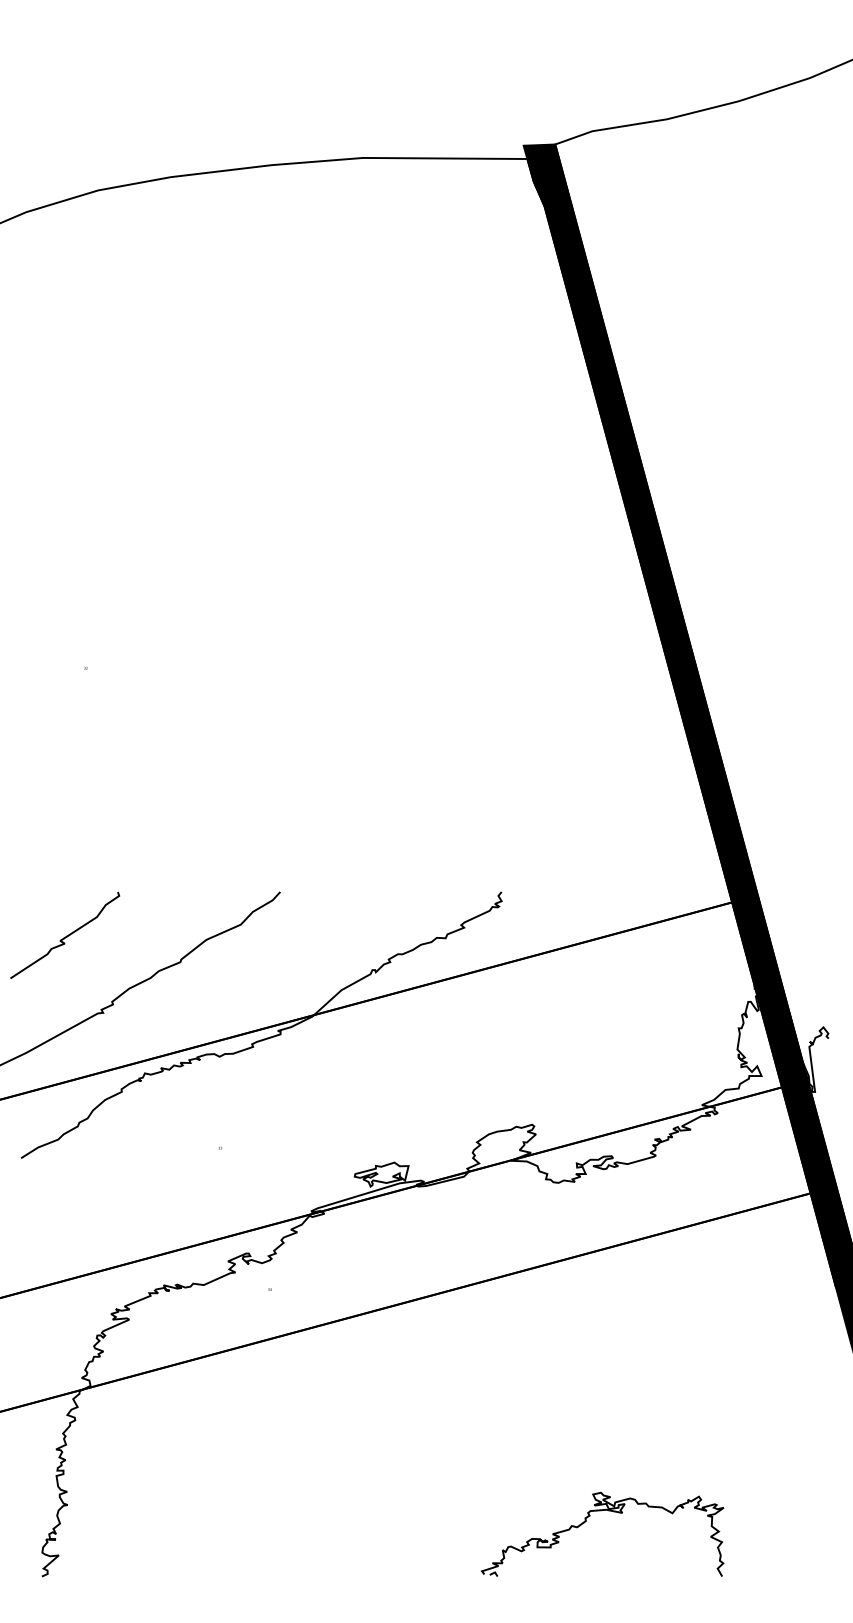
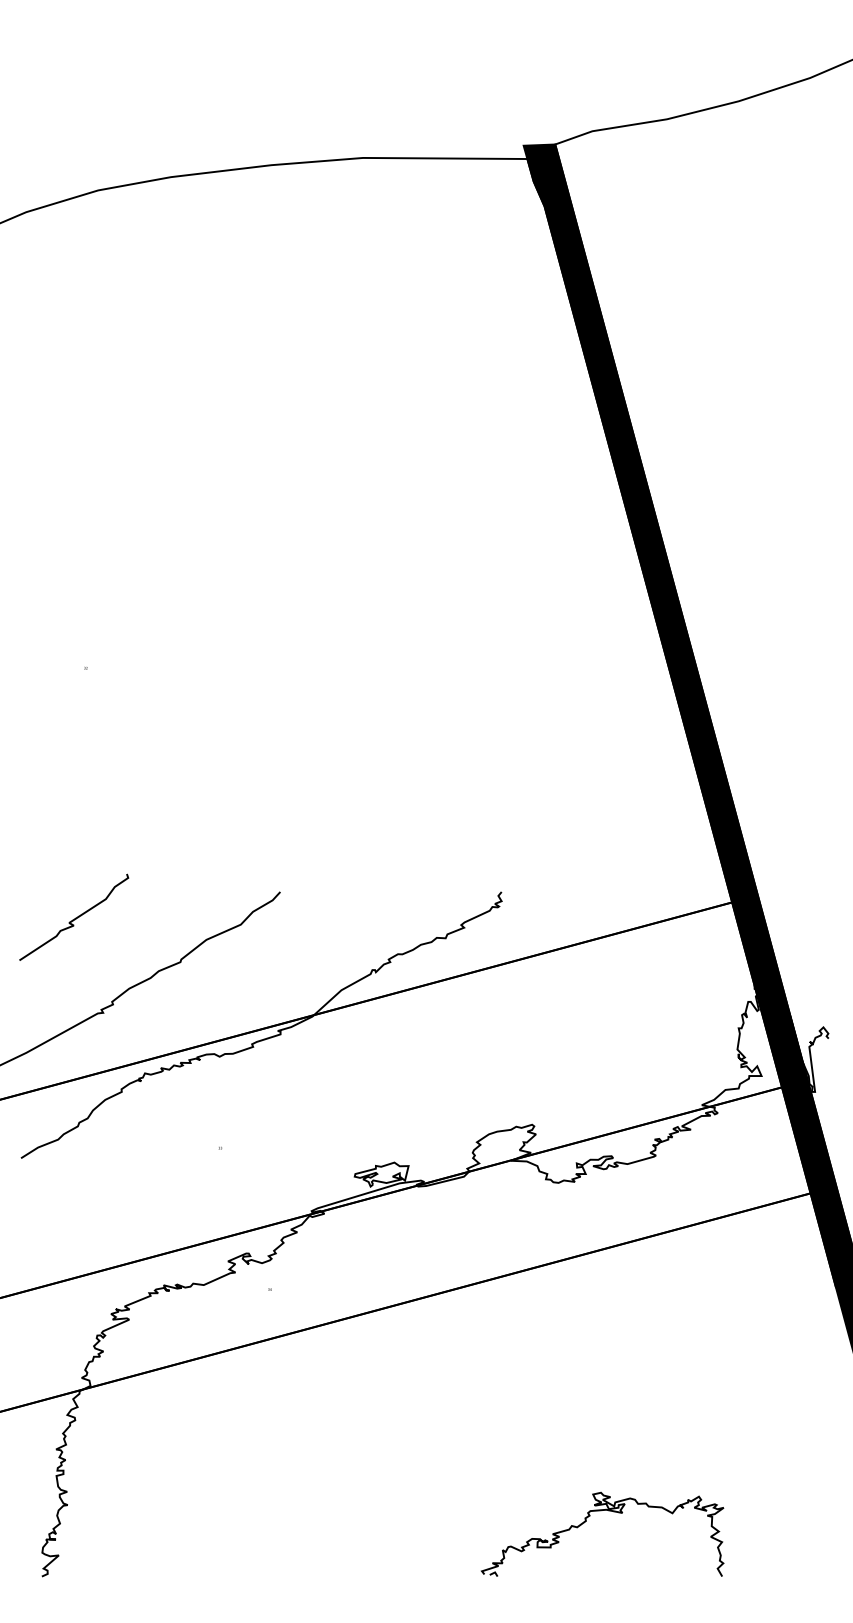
curve at (66, 935) position: (66, 935) -> (75, 917)
